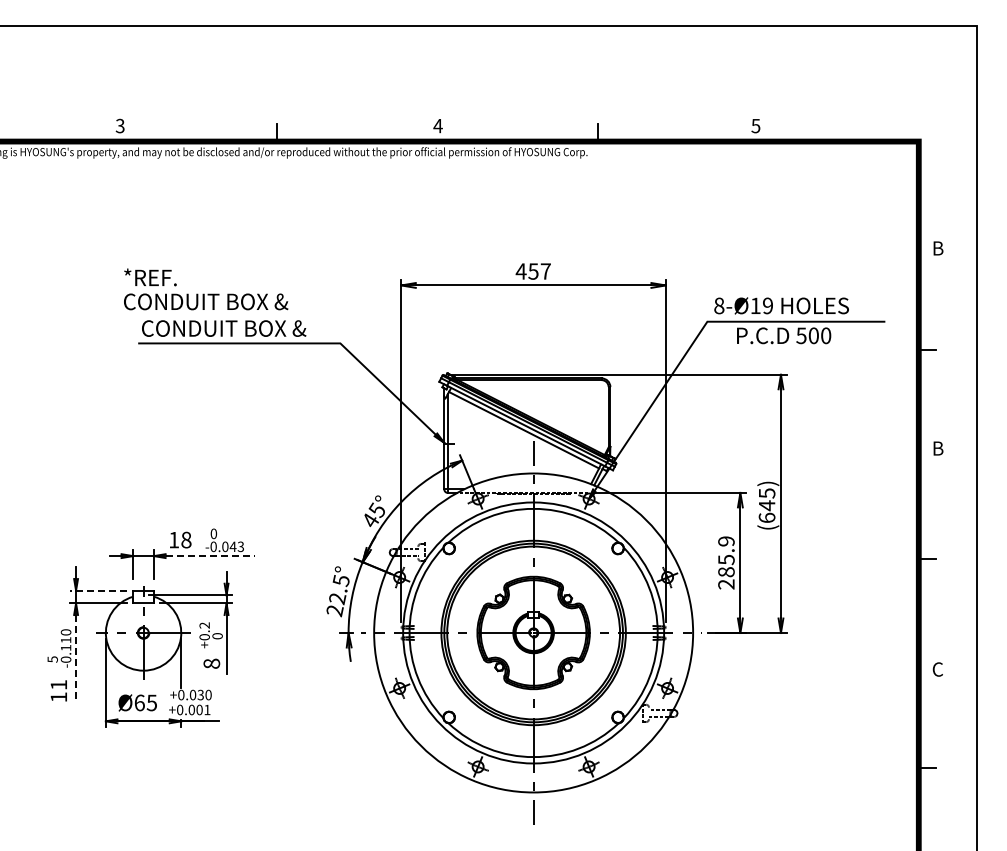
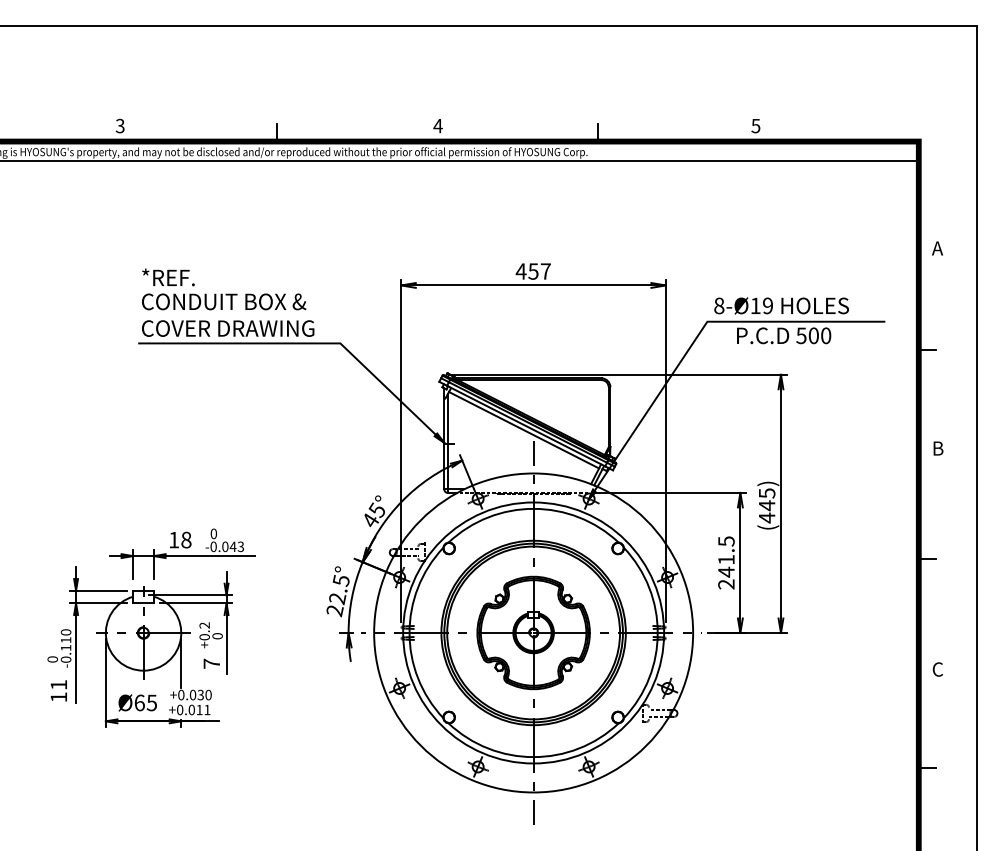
line at (460, 160): none -> present
text at (937, 248): B -> A
text at (206, 289) position: (206, 289) -> (224, 289)
text at (242, 328): CONDUIT BOX & -> COVER DRAWING
text at (766, 517): (645) -> (445)
line at (210, 556): dashed -> solid
text at (726, 556): 285.9 -> 241.5
line at (98, 590): dashed -> solid
text at (52, 659): 5 -> 0
line at (76, 659): dashed -> solid
text at (211, 663): 8 -> 7
text at (199, 709): +0.001 -> +0.011
